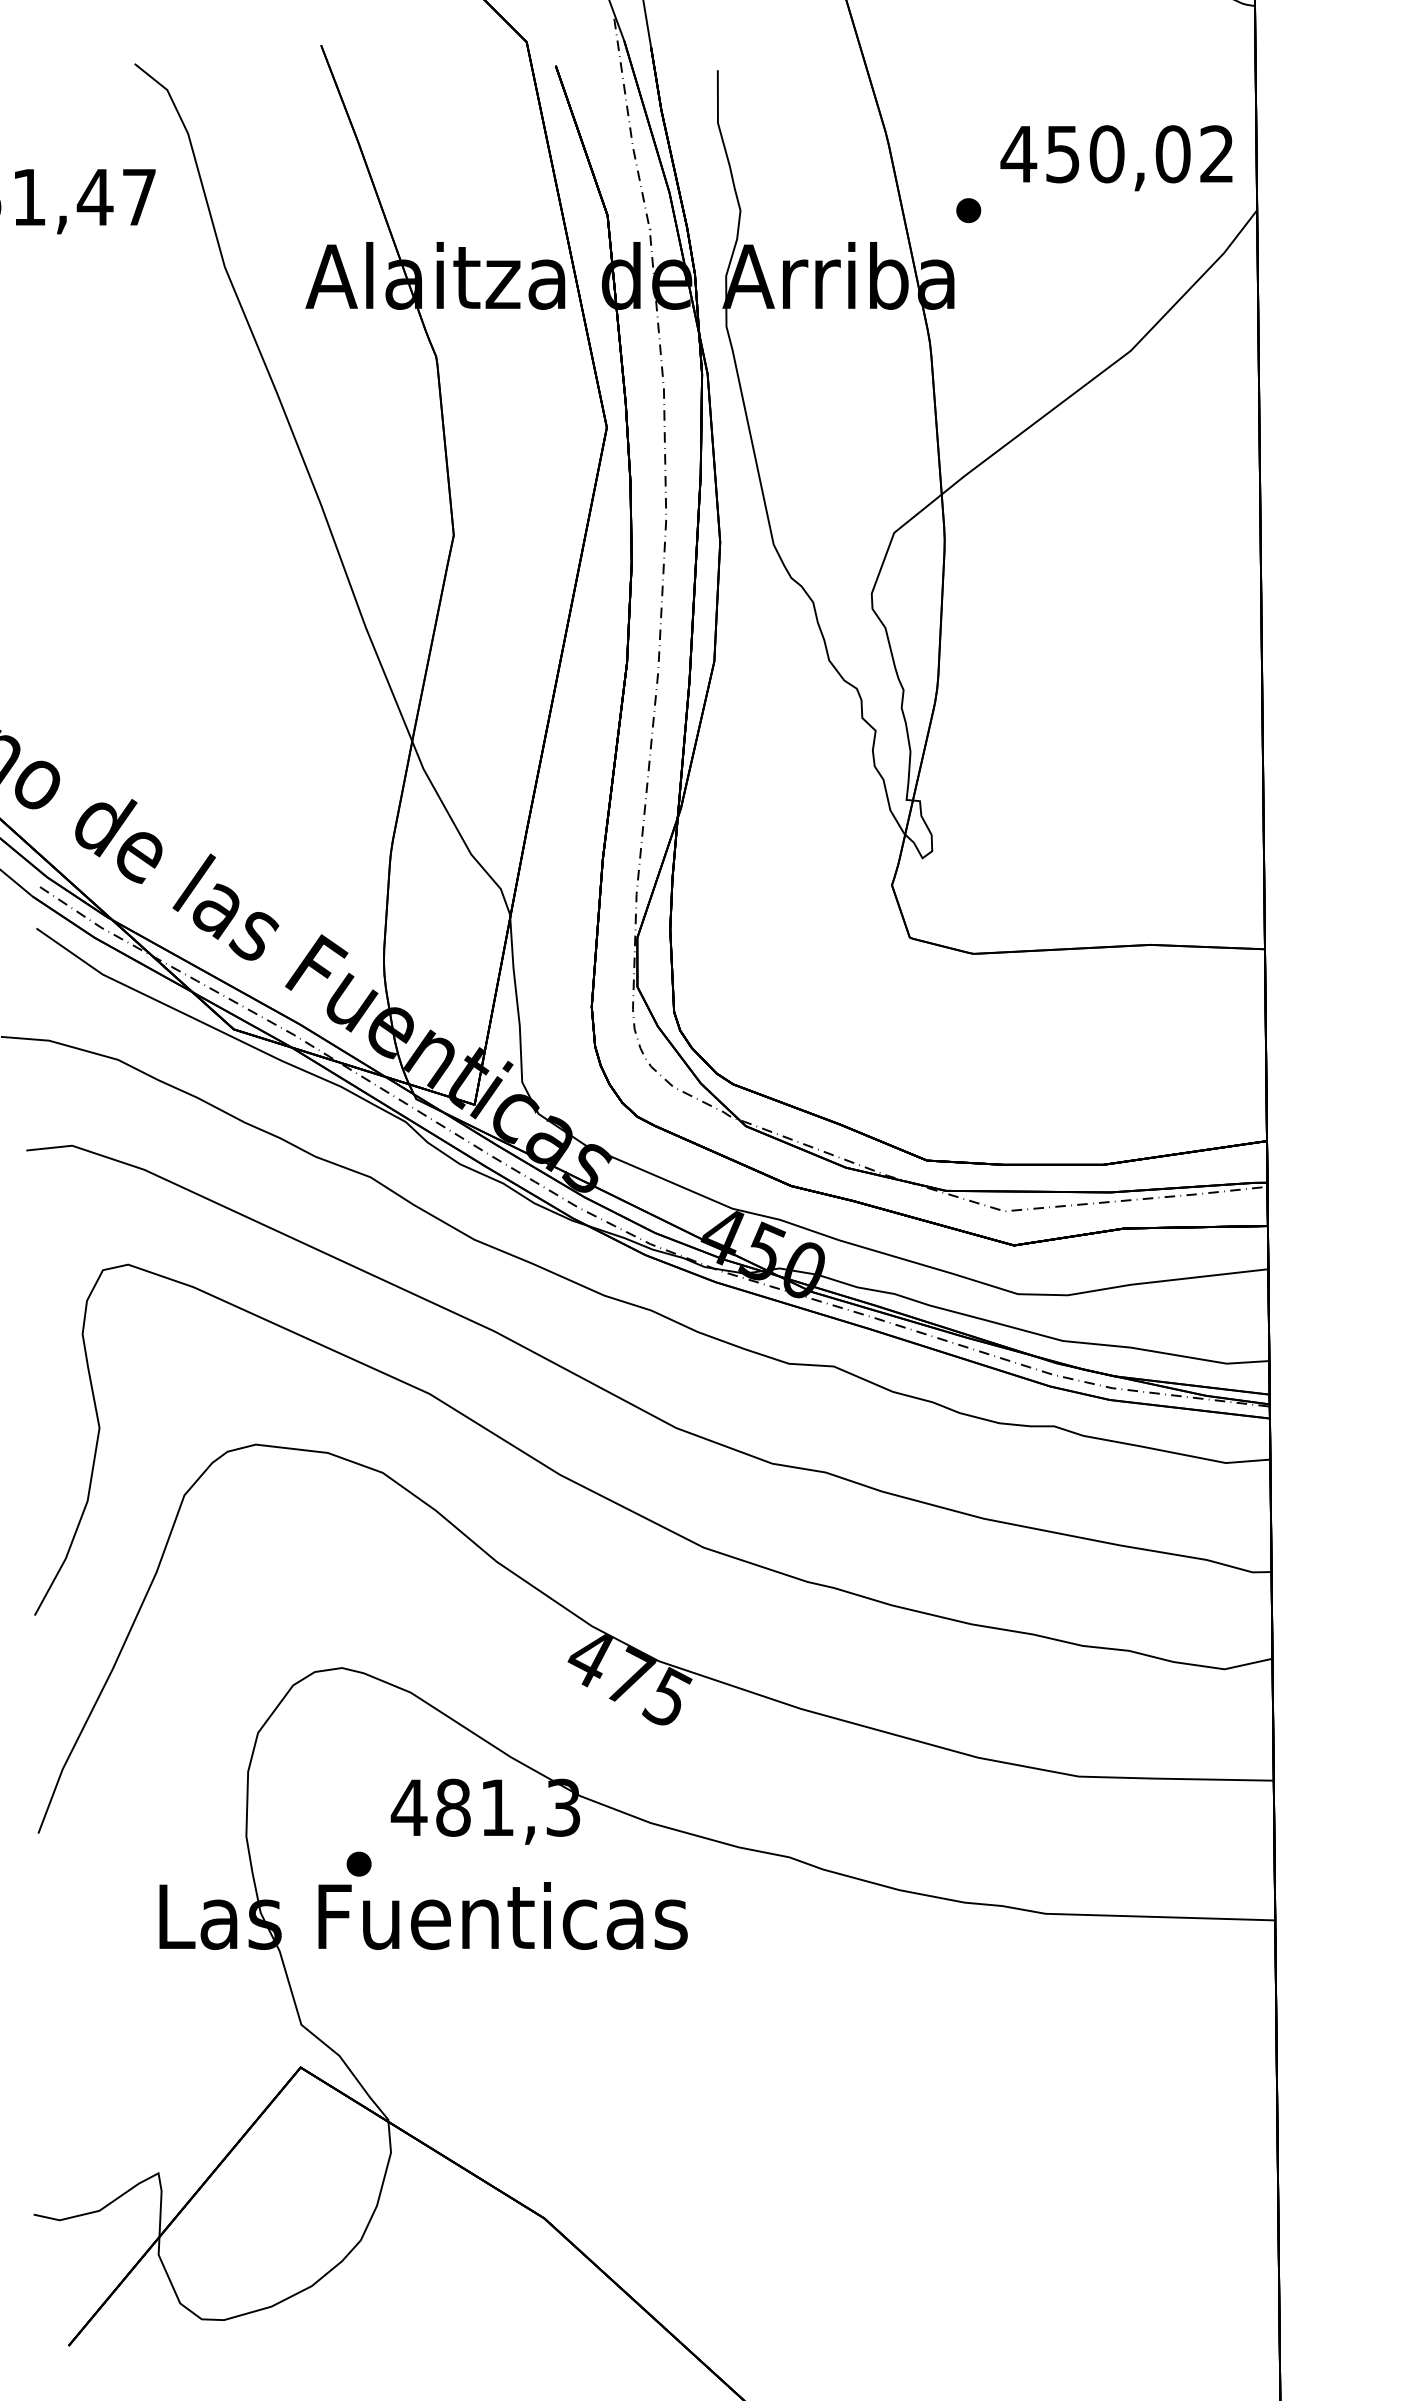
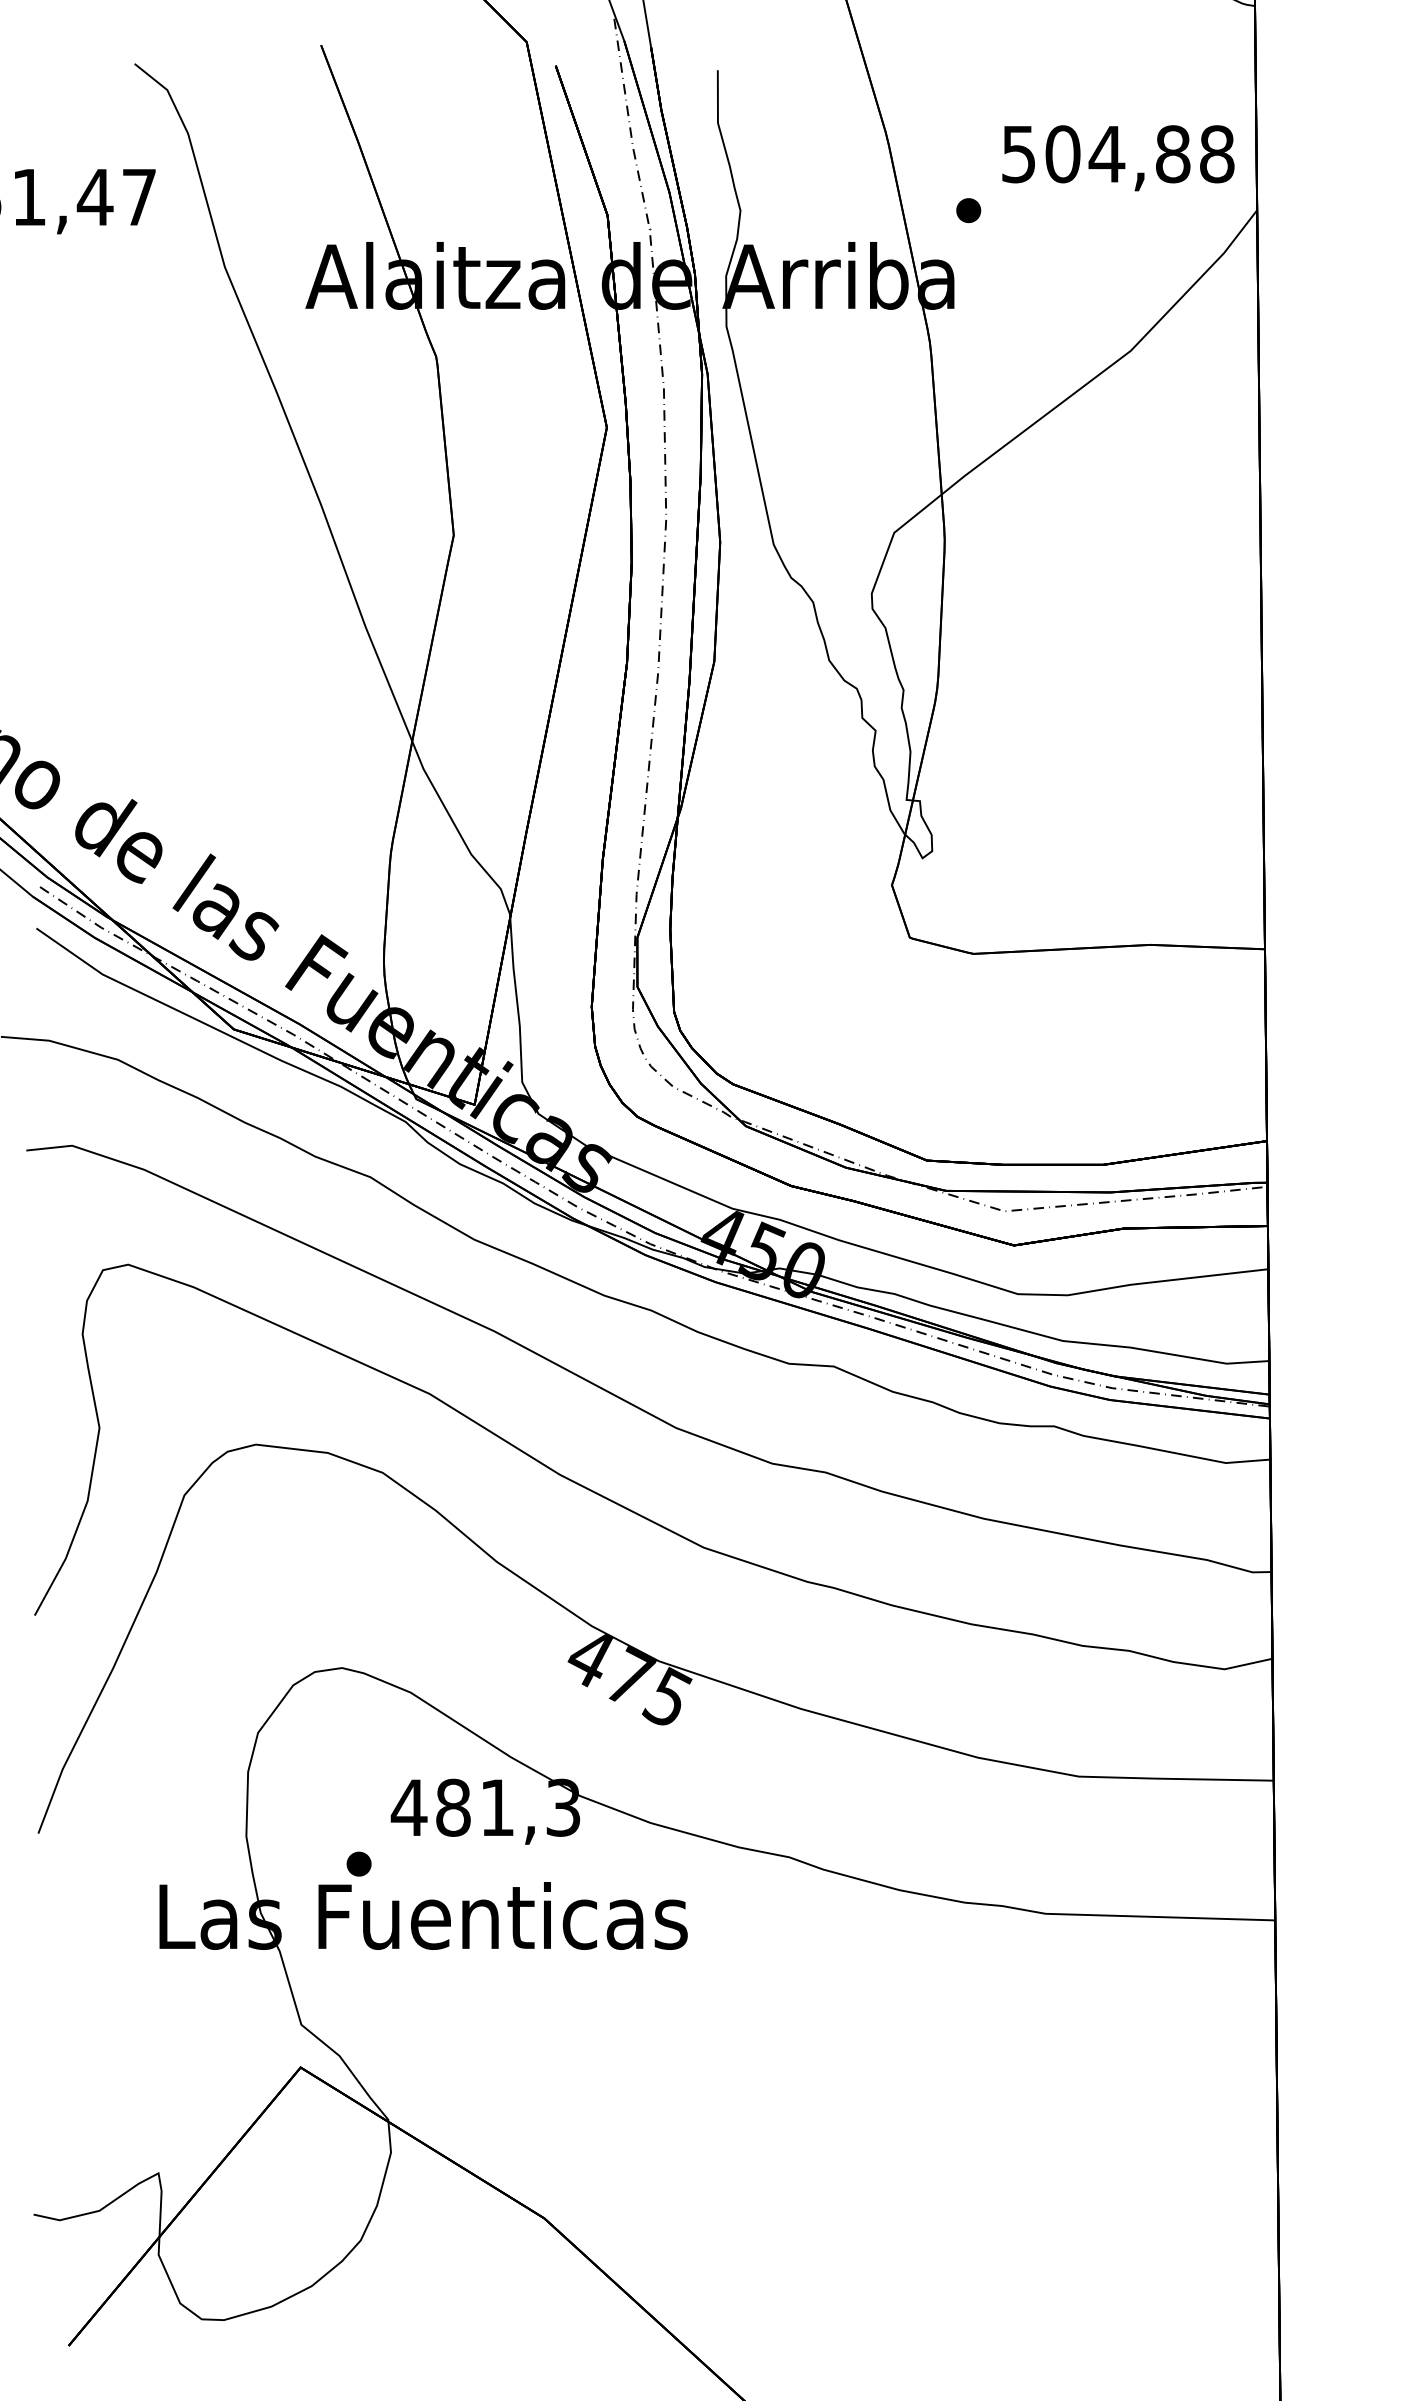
text at (1117, 154): 450,02 -> 504,88
